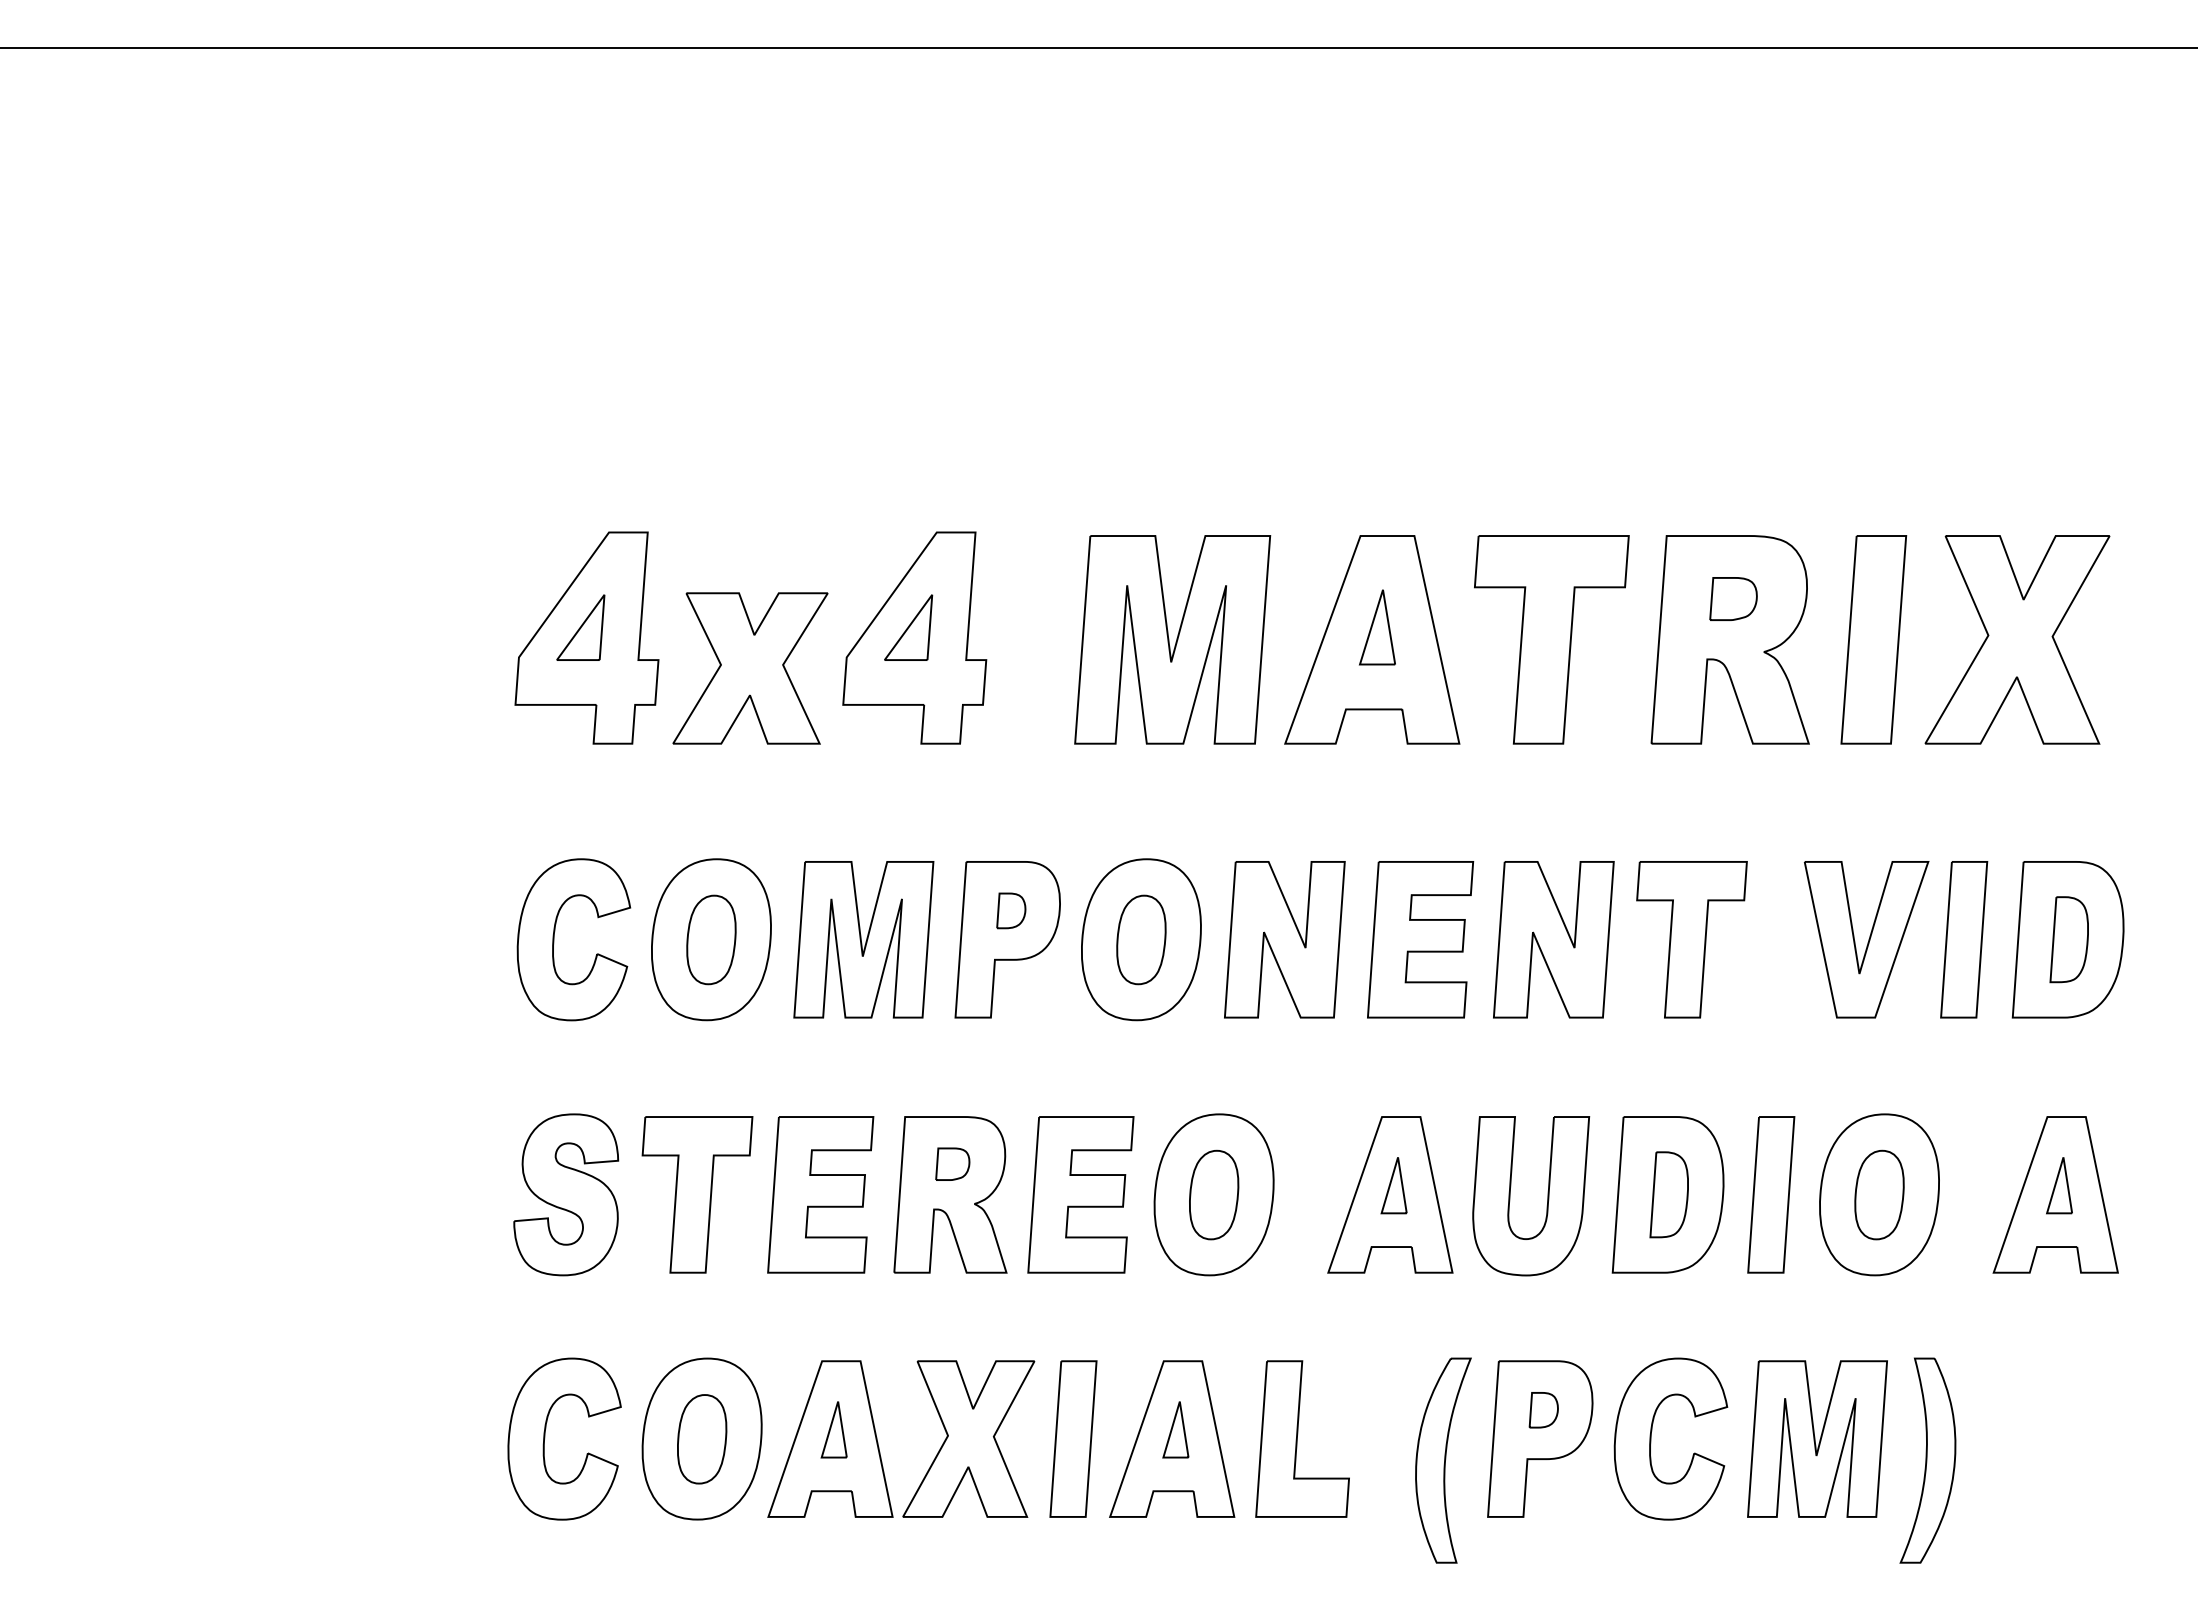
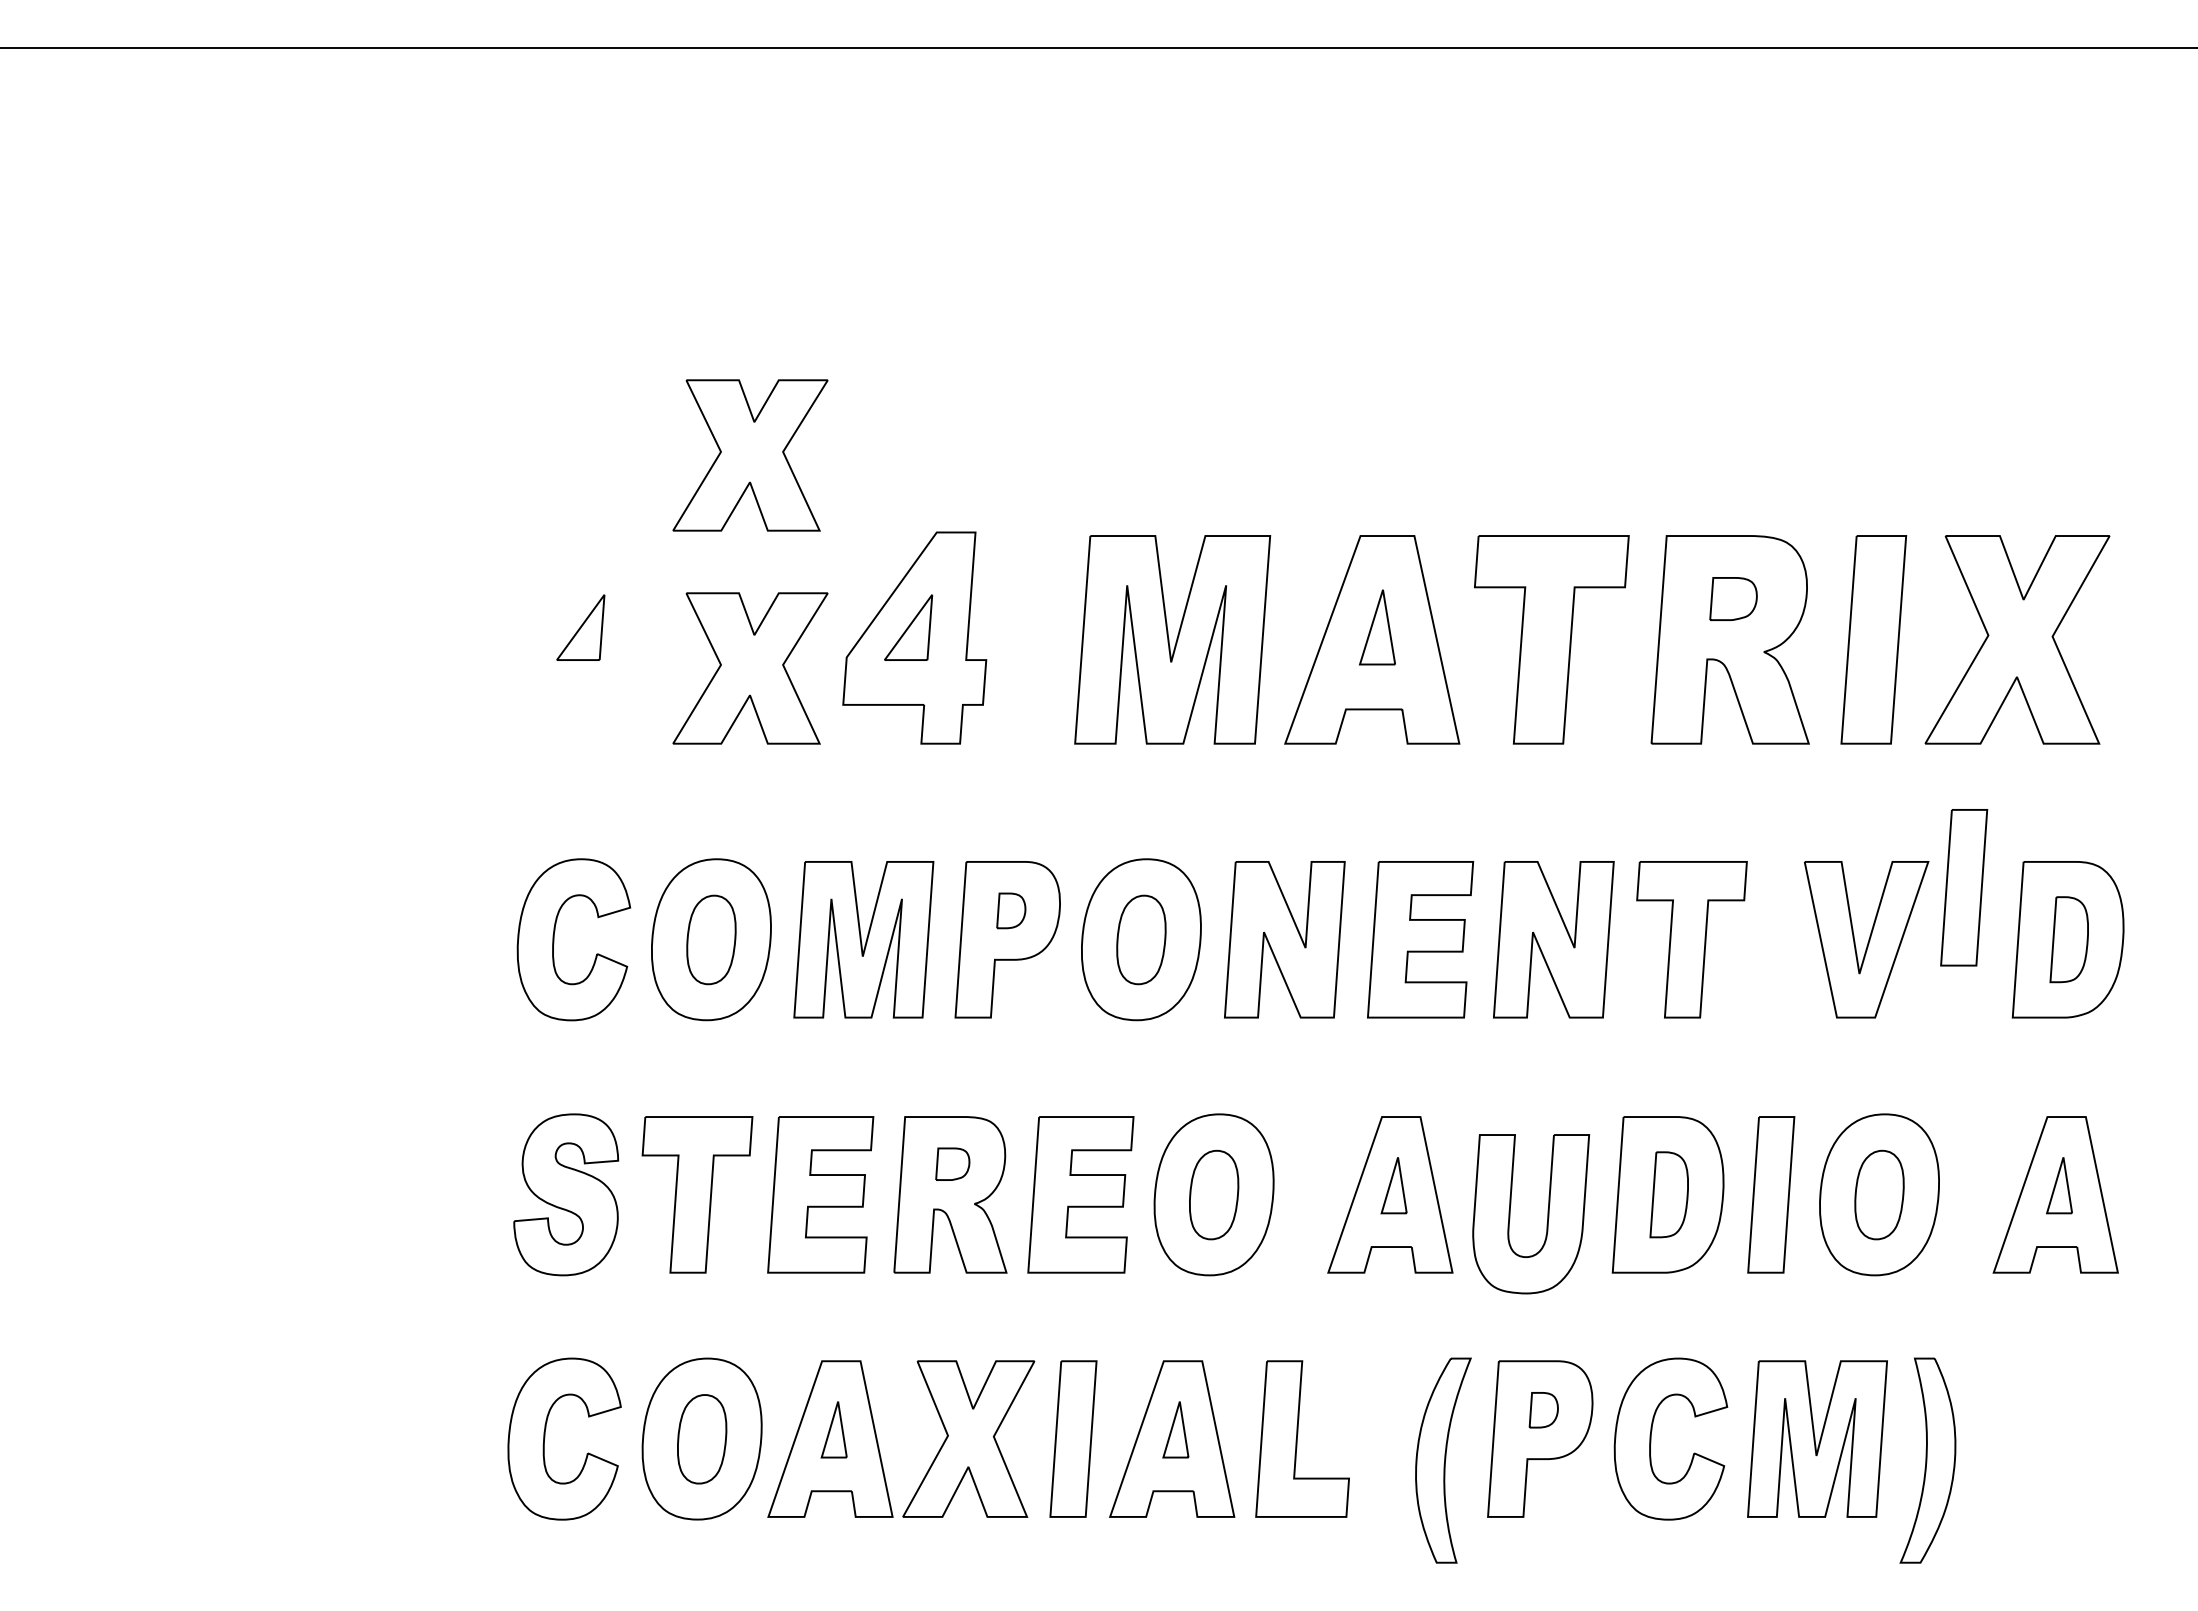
part at (750, 455): none -> present
part at (586, 637): present -> none
part at (1964, 939) position: (1964, 939) -> (1964, 887)
part at (1547, 1196) position: (1547, 1196) -> (1547, 1214)
